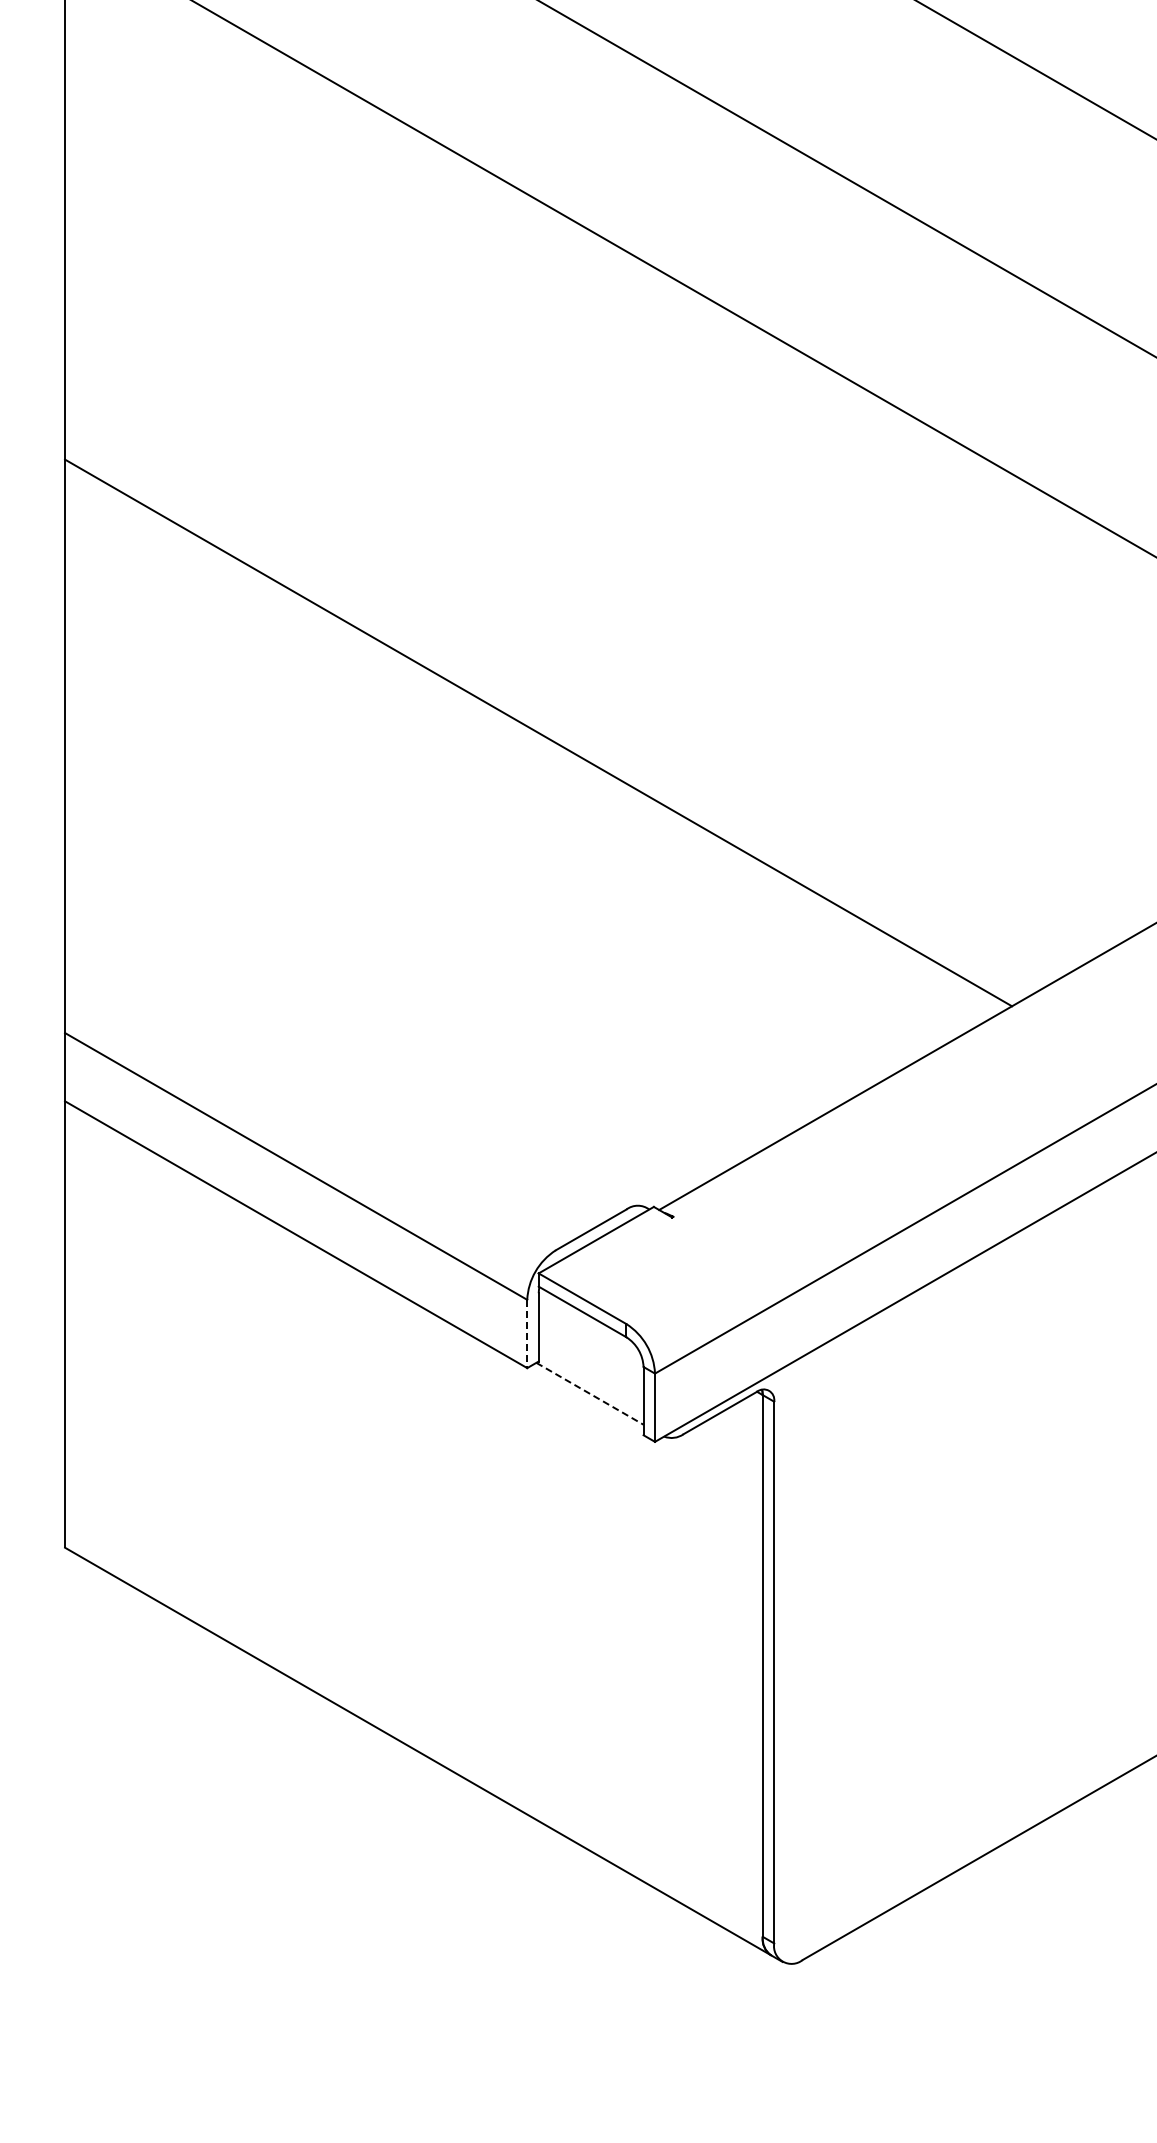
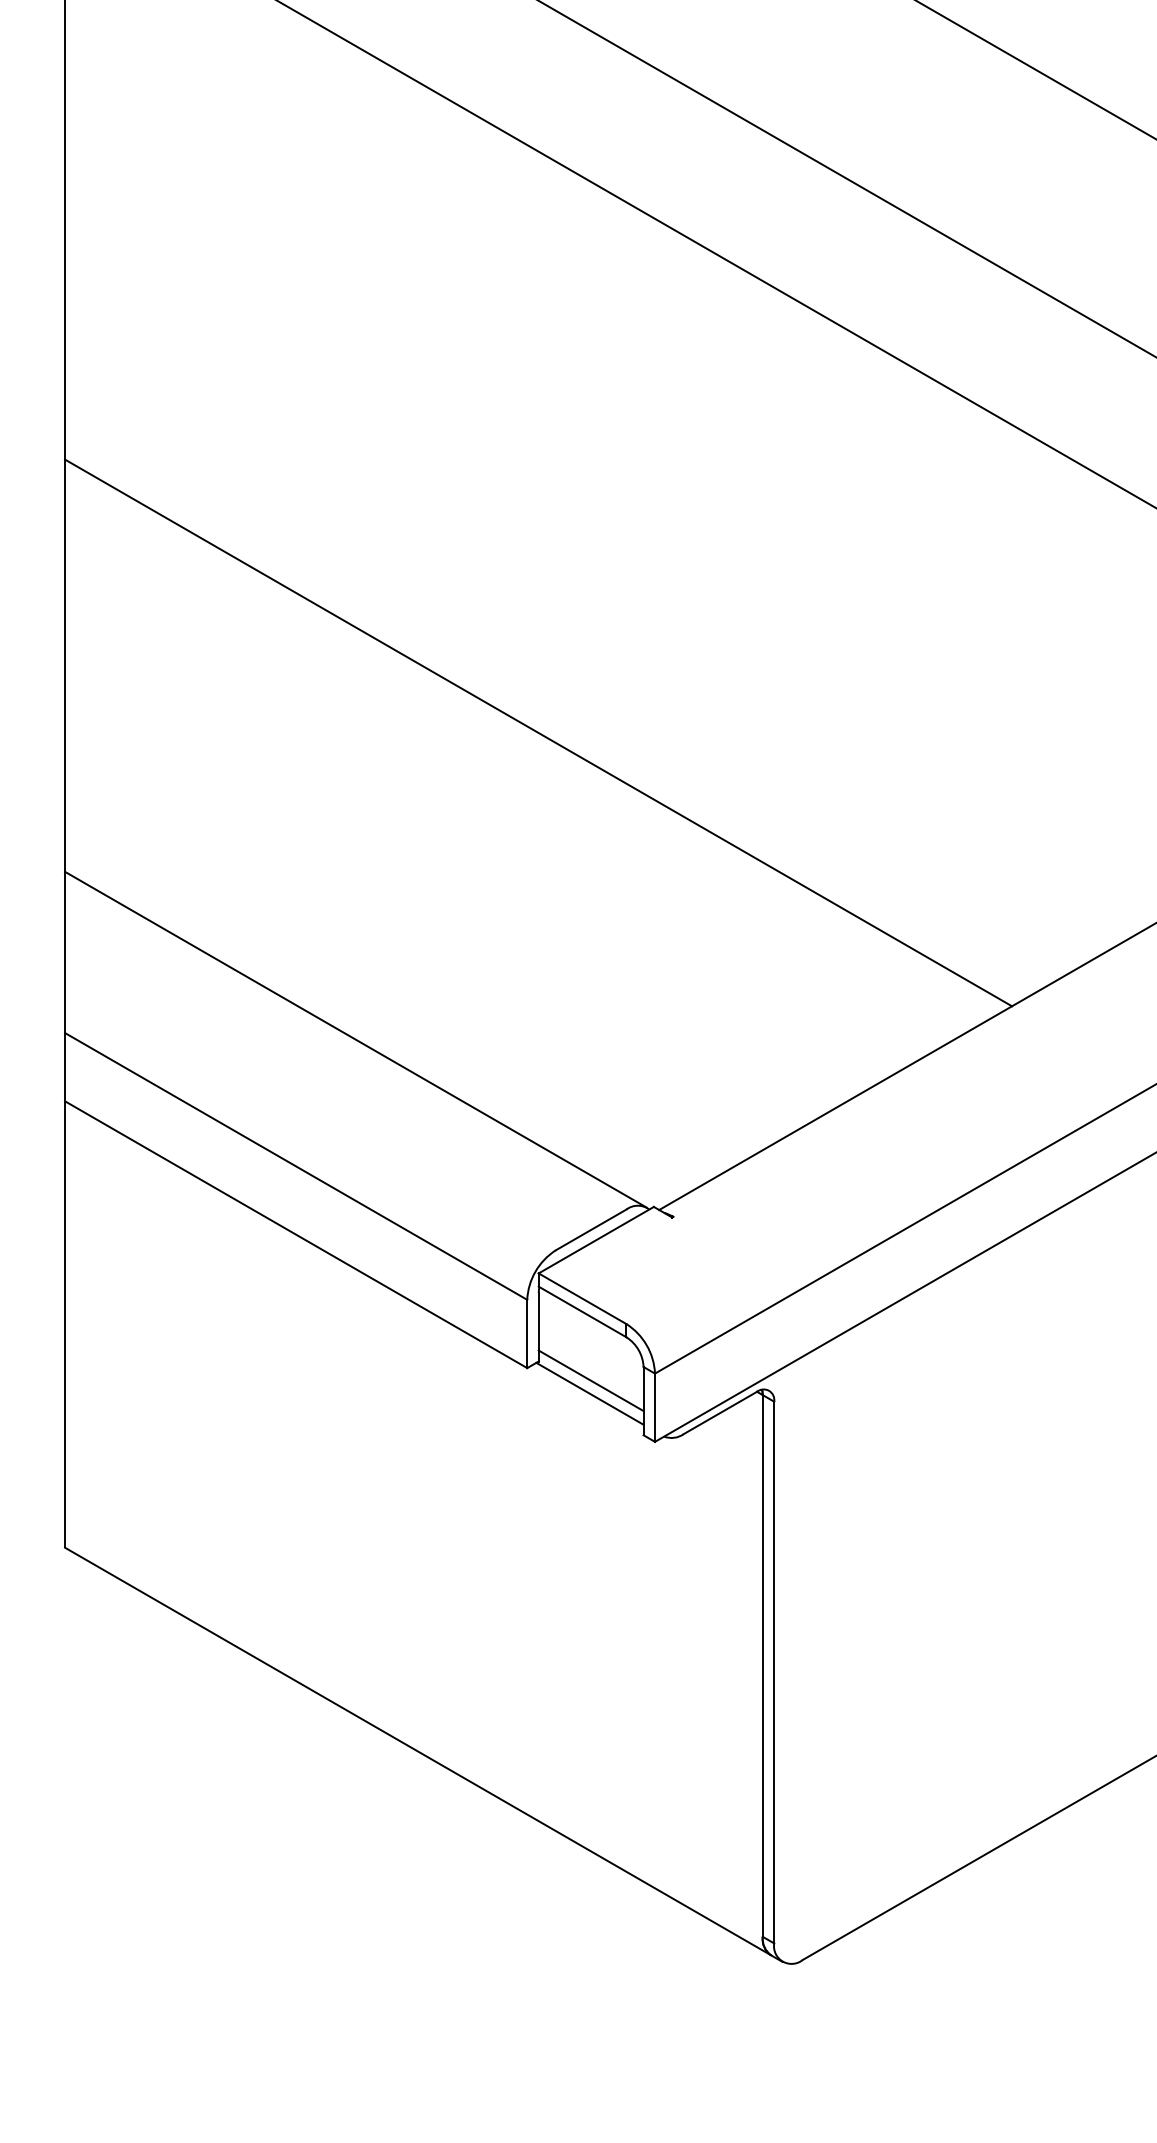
line at (673, 278) position: (673, 278) -> (716, 254)
line at (355, 1039): none -> present
line at (527, 1334): dashed -> solid
line at (590, 1380): none -> present
line at (589, 1393): dashed -> solid
